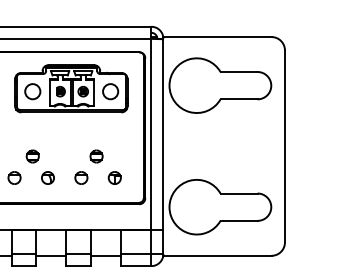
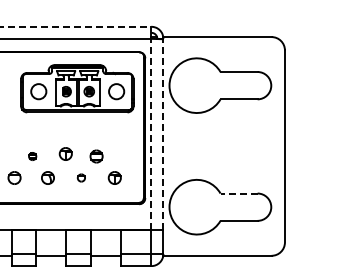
line at (76, 26): solid -> dashed
part at (71, 88) position: (71, 88) -> (77, 88)
line at (151, 133): solid -> dashed
line at (163, 134): solid -> dashed
part at (65, 153): none -> present
part at (32, 156) size: 15x15 px -> 10x9 px
part at (81, 177) size: 15x14 px -> 10x10 px
line at (239, 193): solid -> dashed
